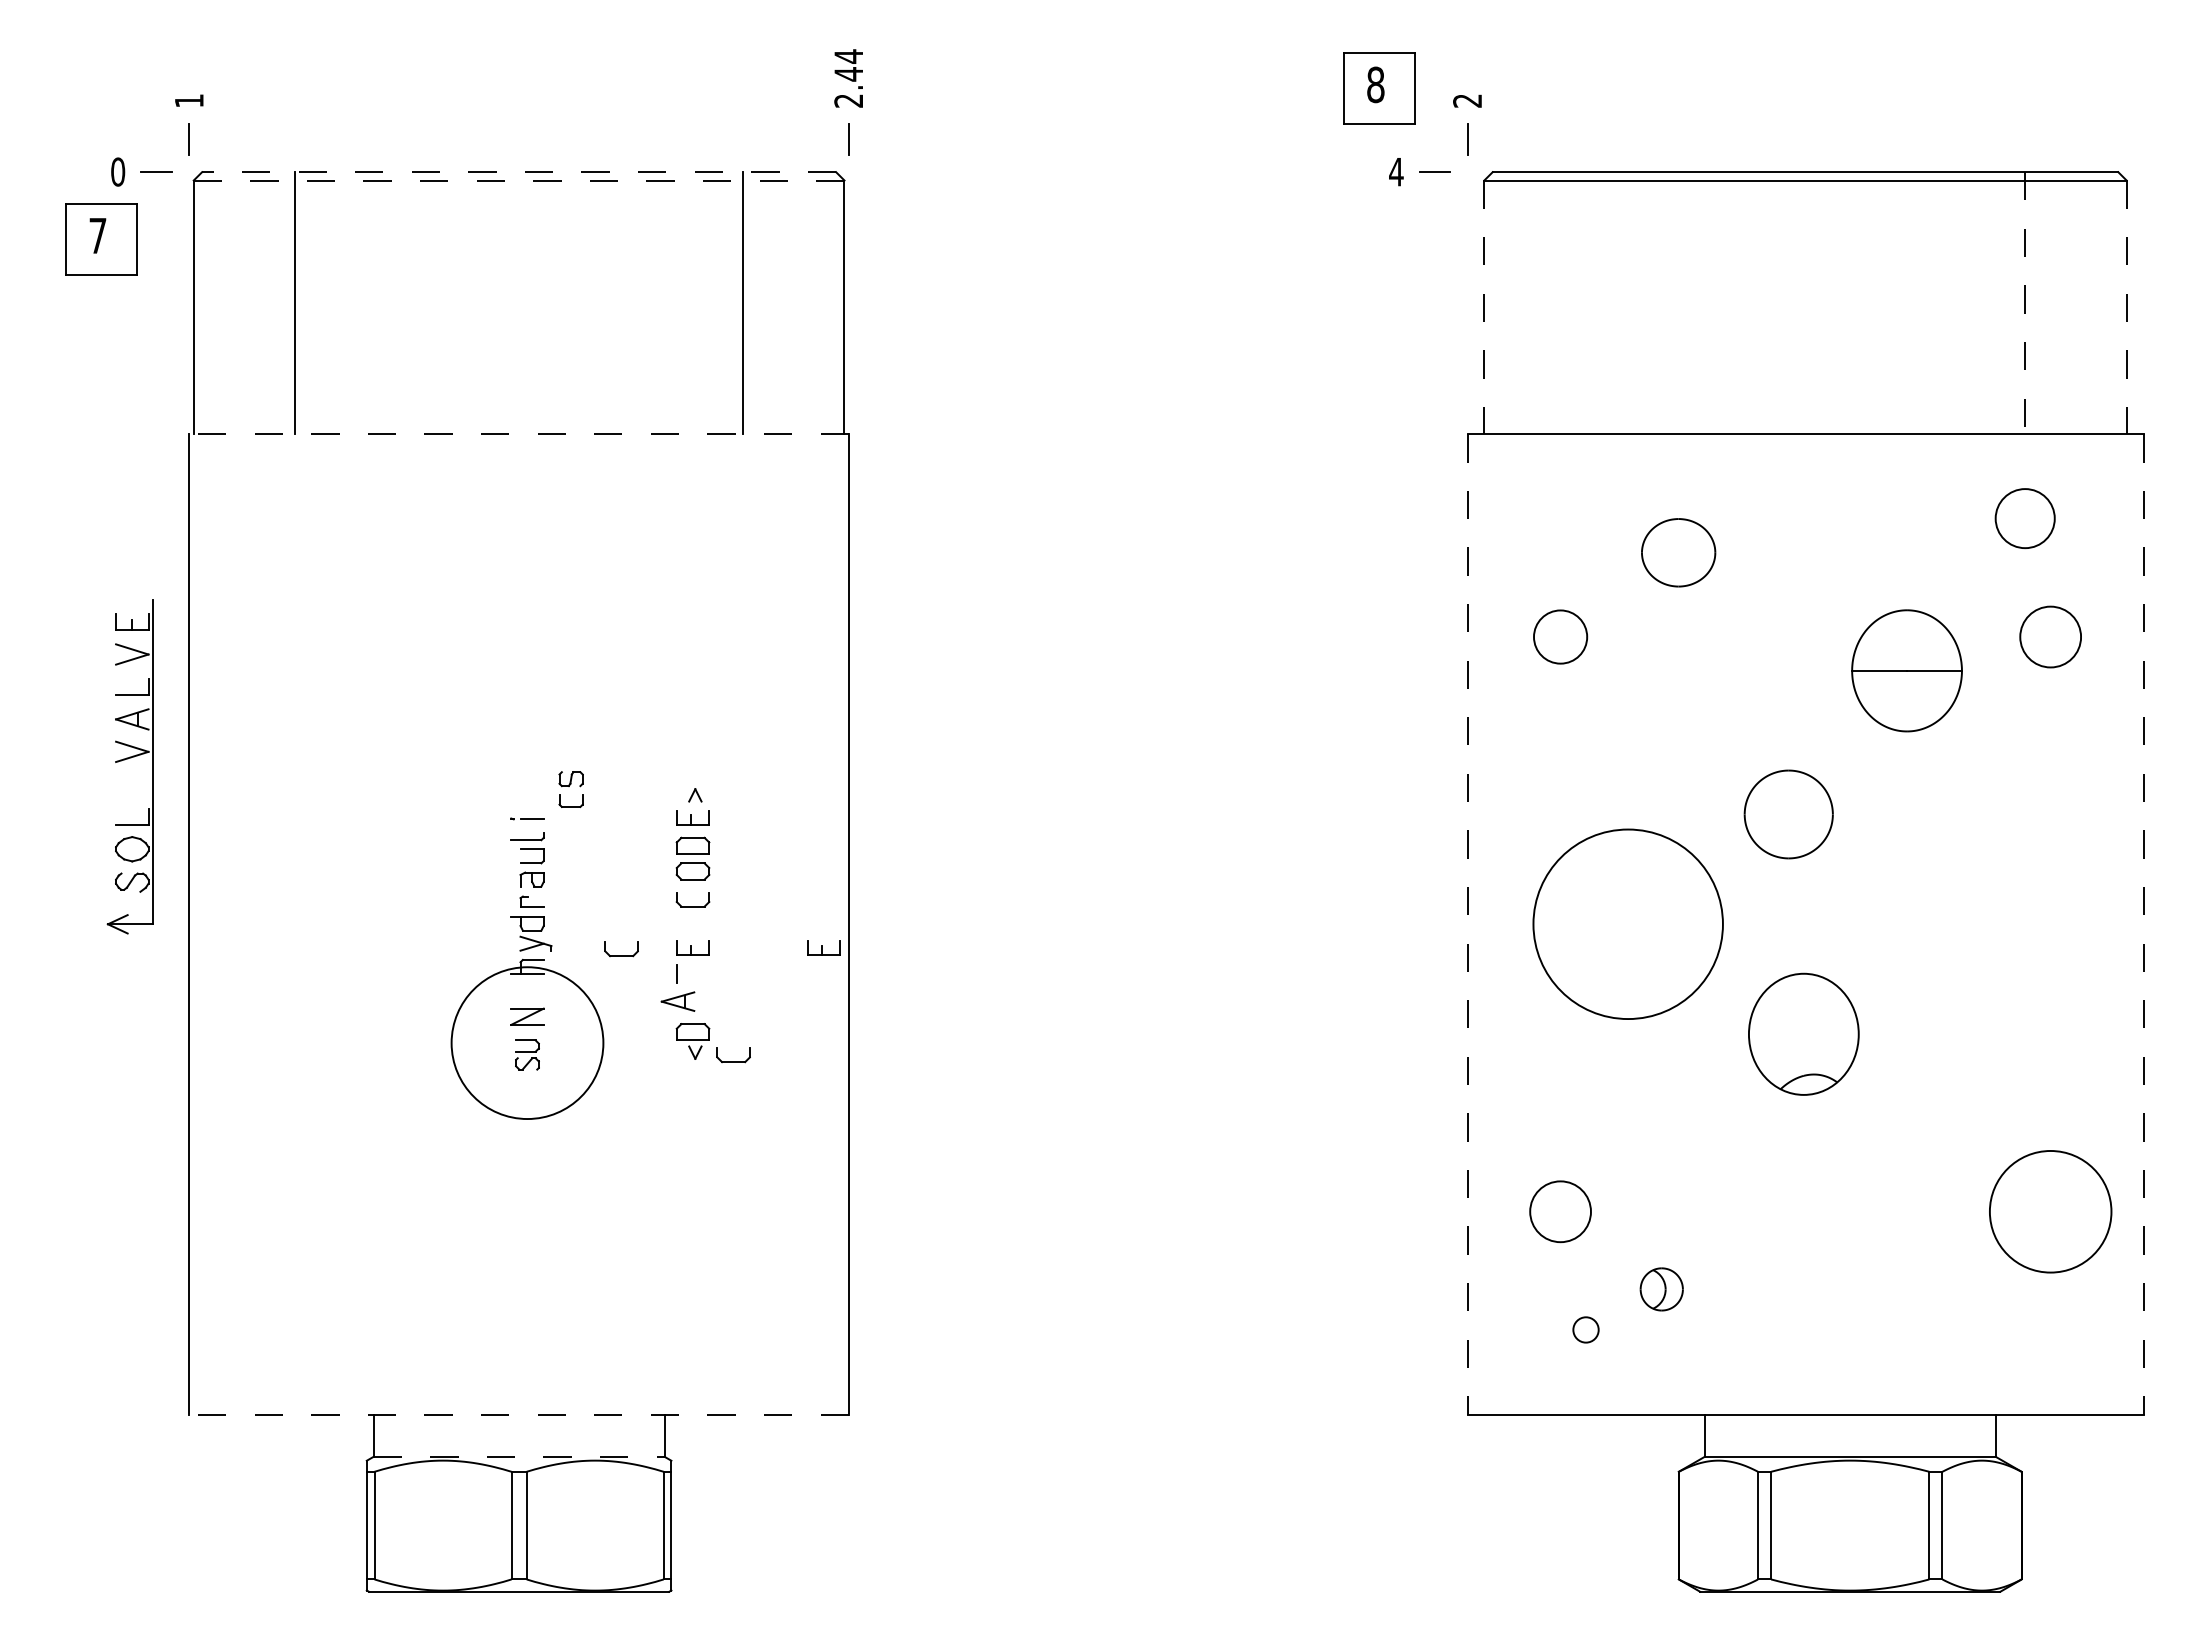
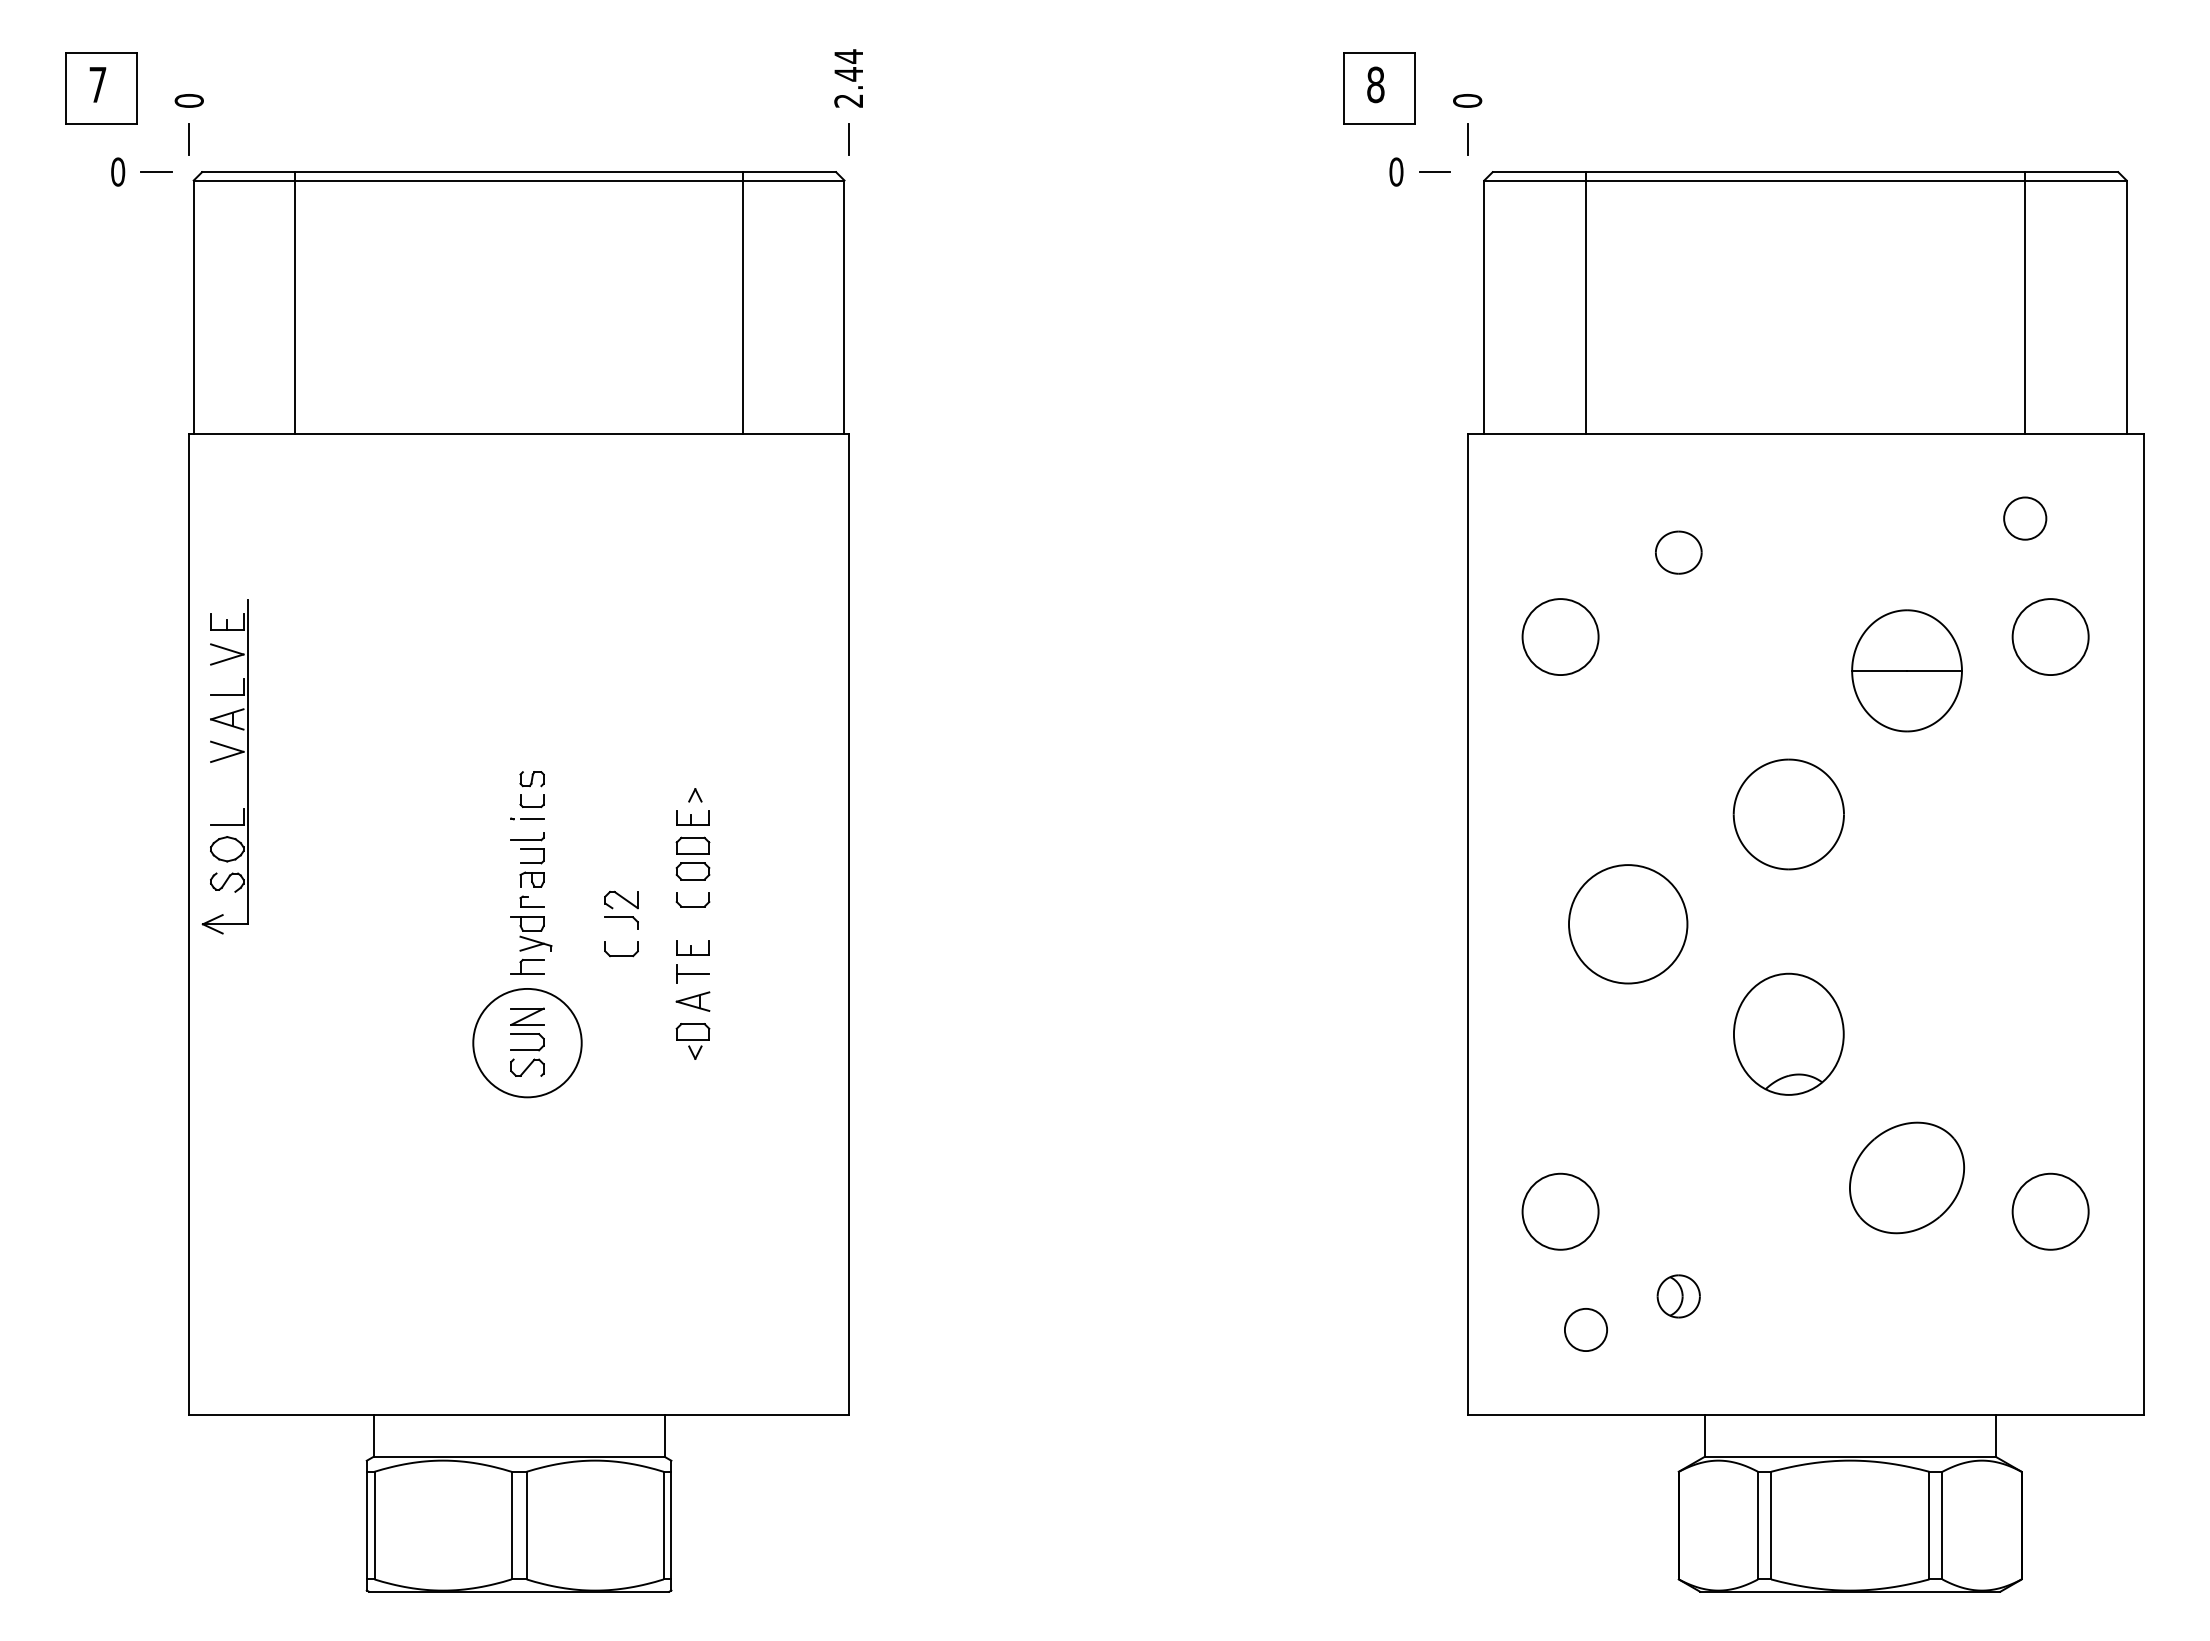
text at (188, 100): 1 -> 0
text at (1467, 100): 2 -> 0
text at (1396, 171): 4 -> 0
line at (519, 172): dashed -> solid
line at (518, 180): dashed -> solid
part at (101, 239) position: (101, 239) -> (101, 88)
line at (1585, 303): none -> present
line at (2025, 303): dashed -> solid
line at (1484, 307): dashed -> solid
line at (2126, 307): dashed -> solid
line at (519, 434): dashed -> solid
circle at (2024, 518) diameter: 59 px -> 42 px
part at (1678, 552) size: 76x70 px -> 48x45 px
circle at (1560, 636) diameter: 53 px -> 76 px
circle at (2050, 636) diameter: 61 px -> 76 px
part at (128, 759) position: (128, 759) -> (223, 759)
part at (570, 789) position: (570, 789) -> (531, 789)
part at (1788, 814) size: 91x91 px -> 113x113 px
part at (621, 916): none -> present
line at (1467, 924): dashed -> solid
circle at (1627, 924) diameter: 189 px -> 118 px
line at (2143, 924): dashed -> solid
part at (823, 947): present -> none
line at (692, 973): none -> present
part at (677, 1001) position: (677, 1001) -> (692, 1001)
part at (1803, 1033) position: (1803, 1033) -> (1788, 1033)
circle at (527, 1043) diameter: 152 px -> 108 px
part at (527, 1054) size: 25x32 px -> 35x44 px
part at (733, 1055): present -> none
part at (1906, 1177): none -> present
circle at (1560, 1211) diameter: 61 px -> 76 px
circle at (2050, 1211) diameter: 122 px -> 76 px
part at (1661, 1289) position: (1661, 1289) -> (1678, 1296)
circle at (1585, 1329) diameter: 25 px -> 42 px
line at (519, 1414): dashed -> solid
line at (519, 1456): dashed -> solid
